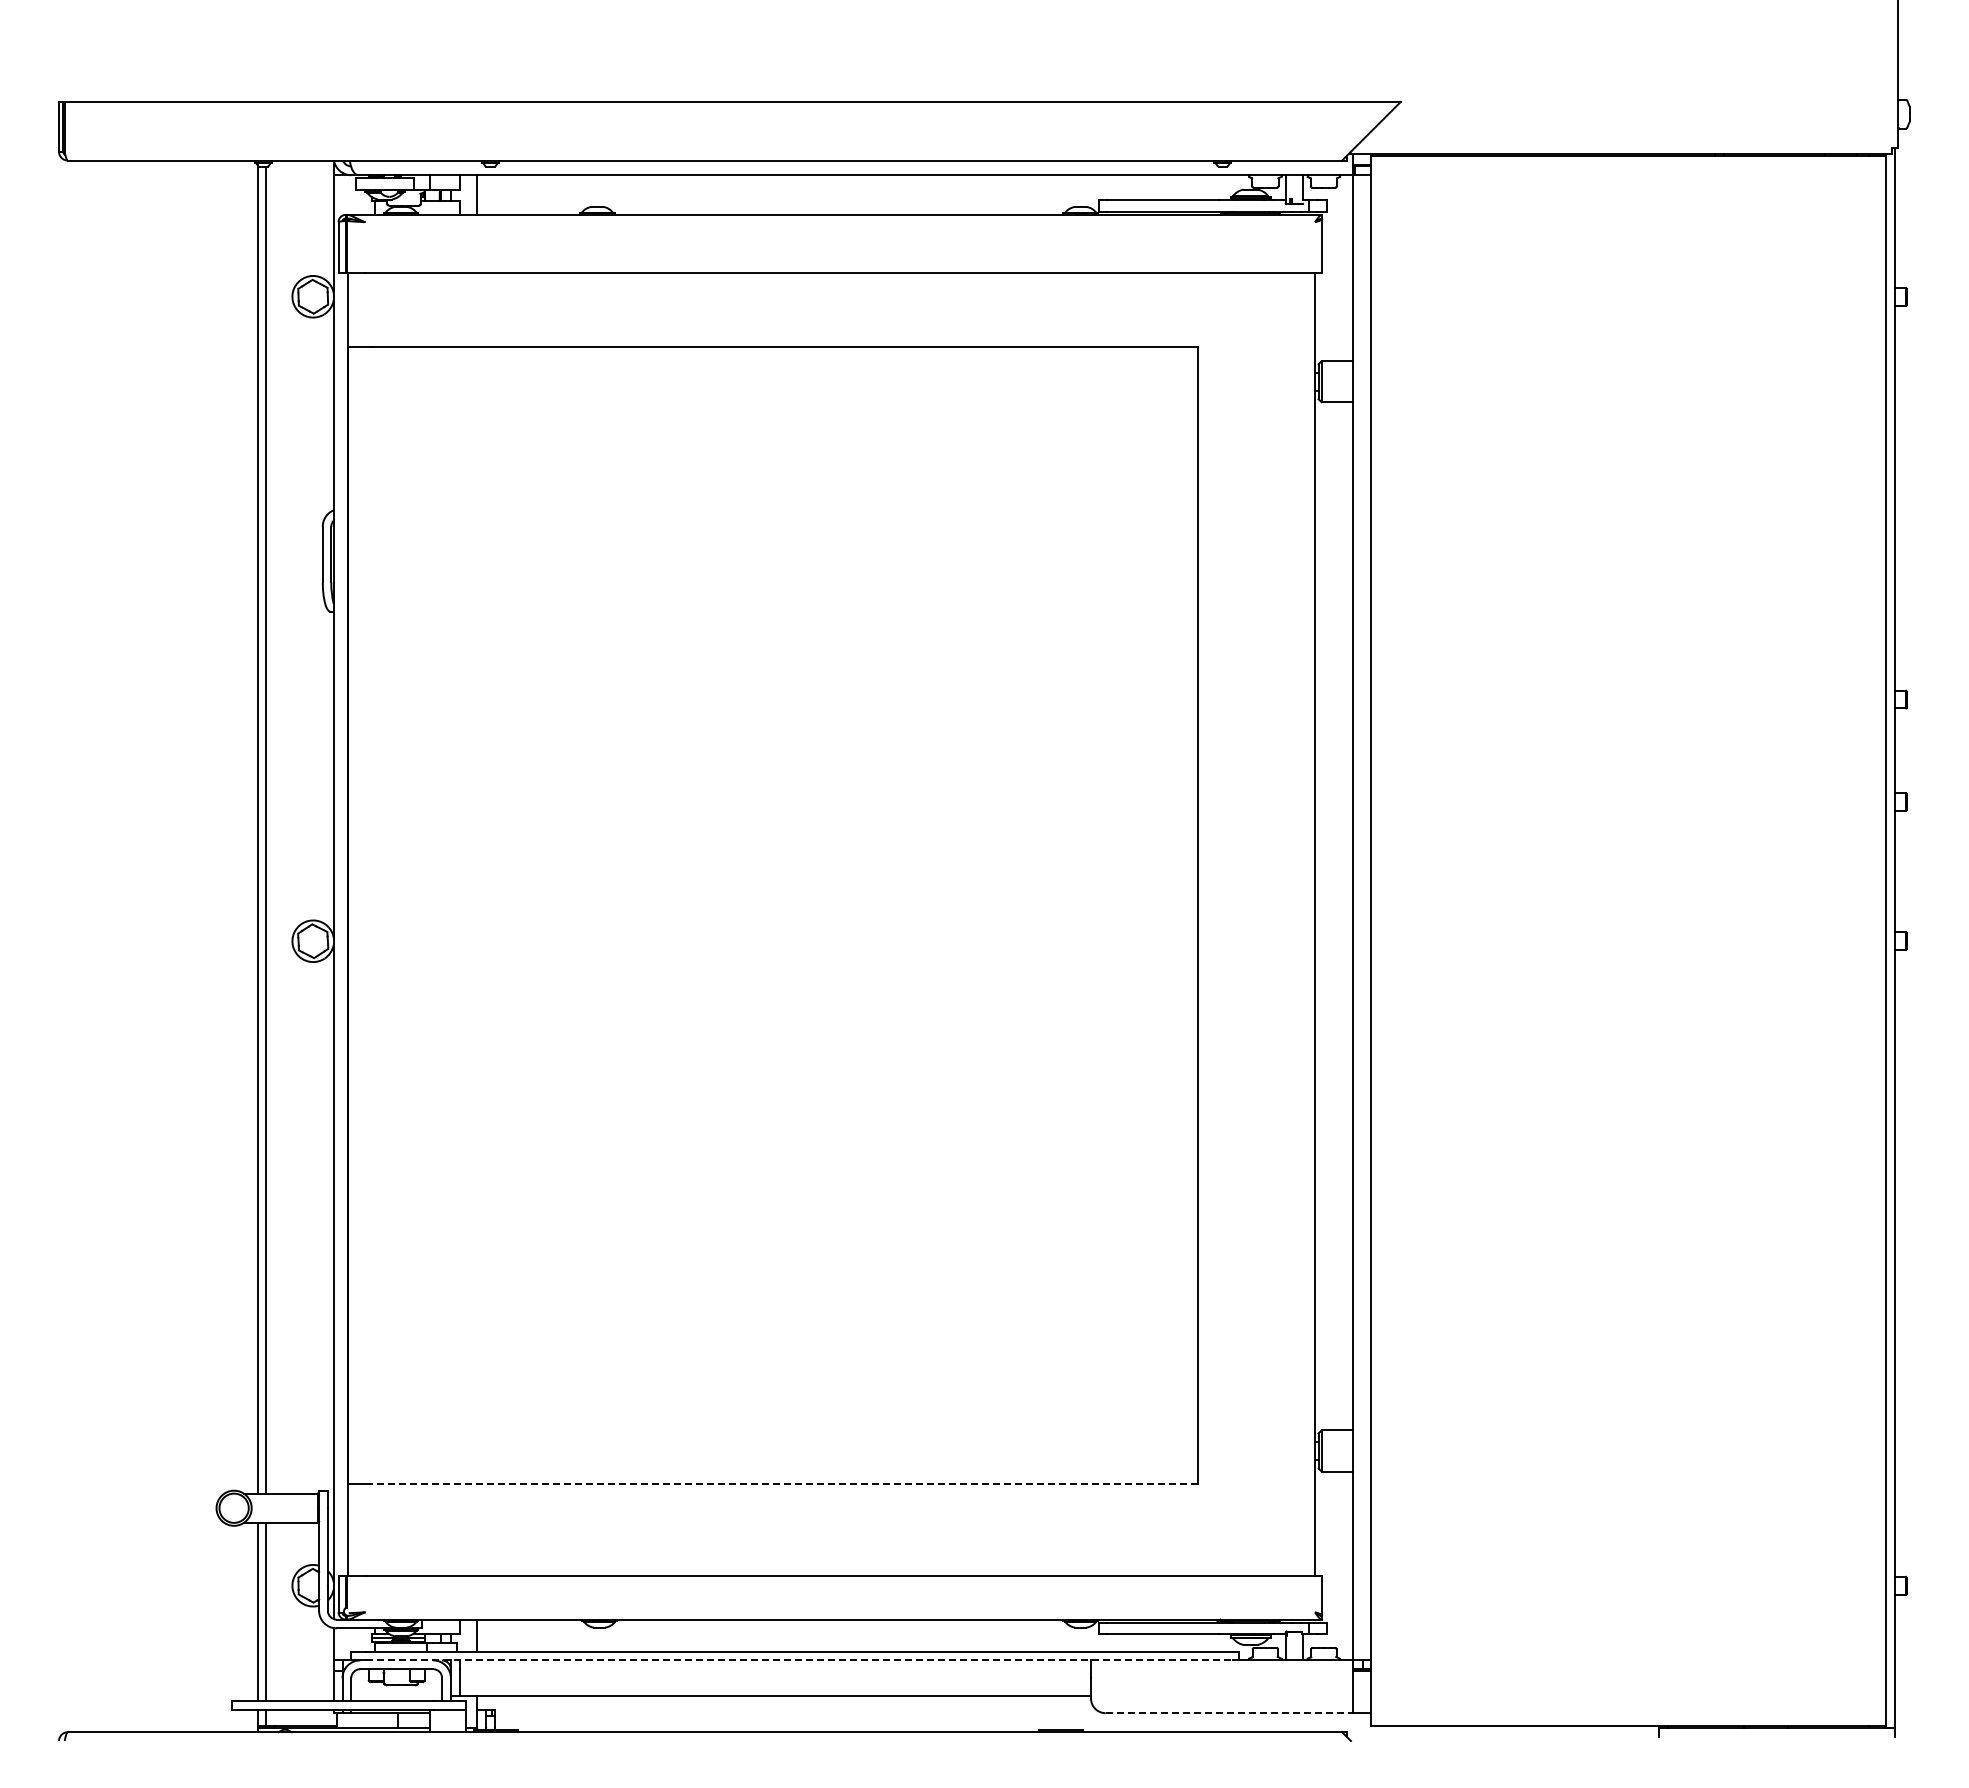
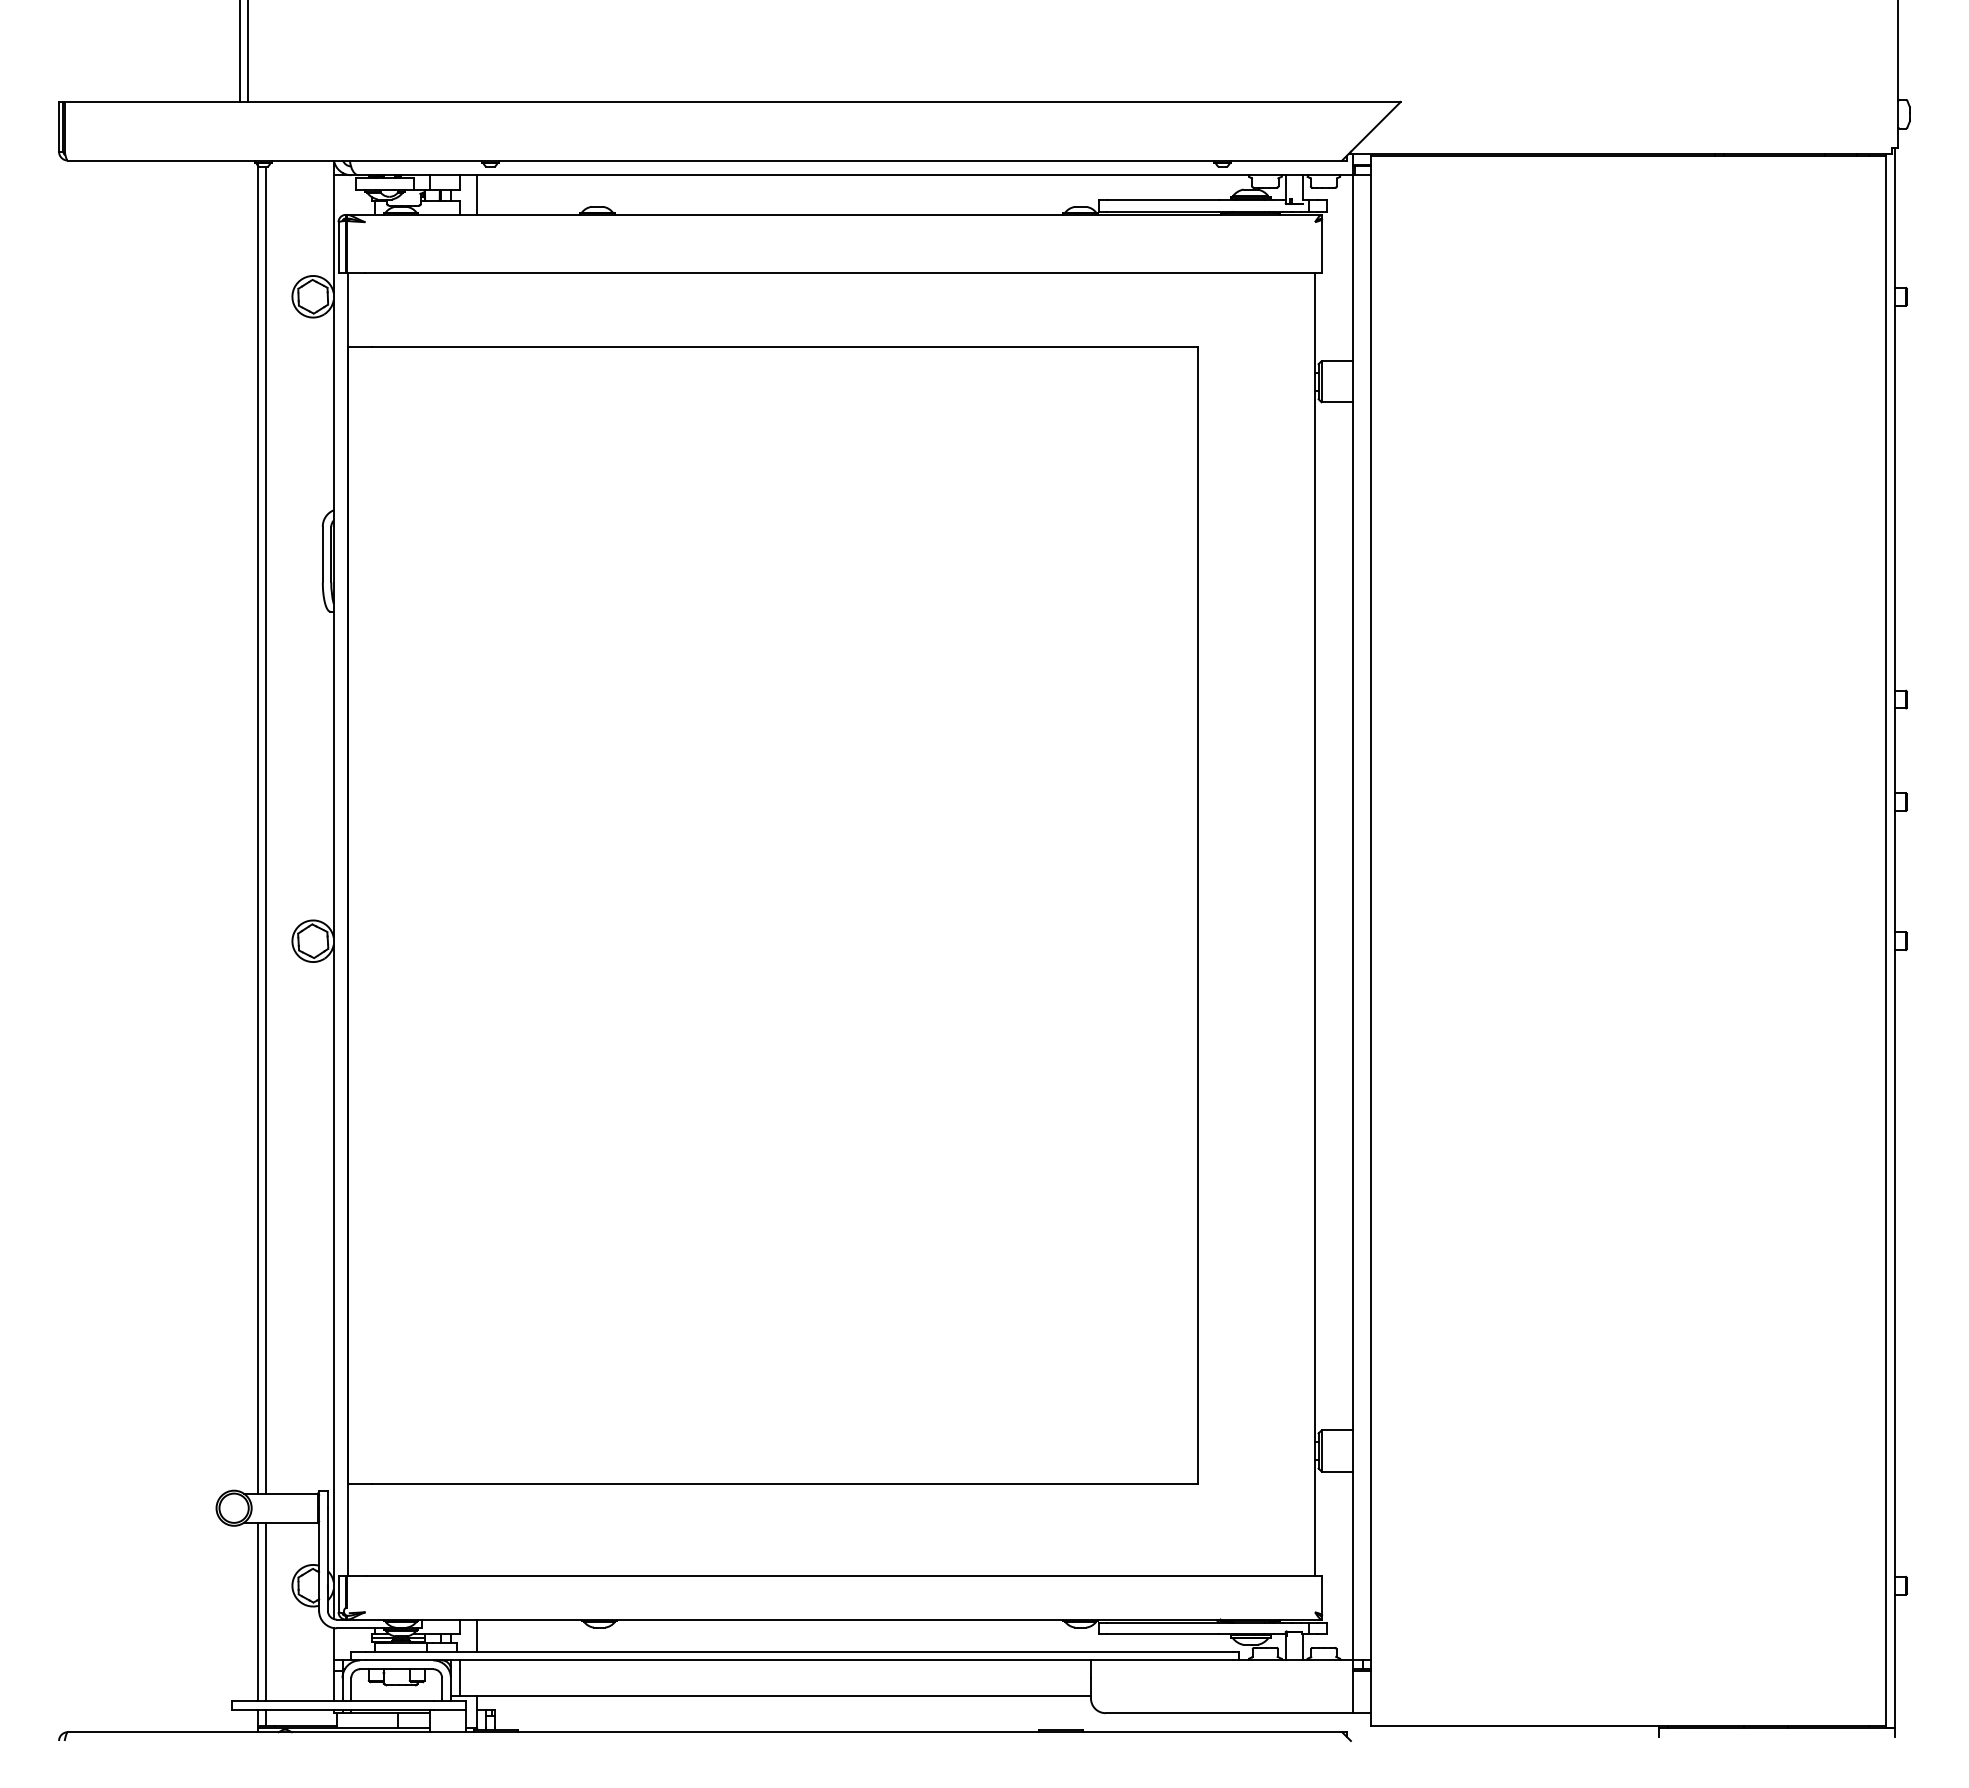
line at (239, 51): none -> present
line at (248, 51): none -> present
line at (784, 1484): dashed -> solid
line at (799, 1660): dashed -> solid
line at (1229, 1713): dashed -> solid
